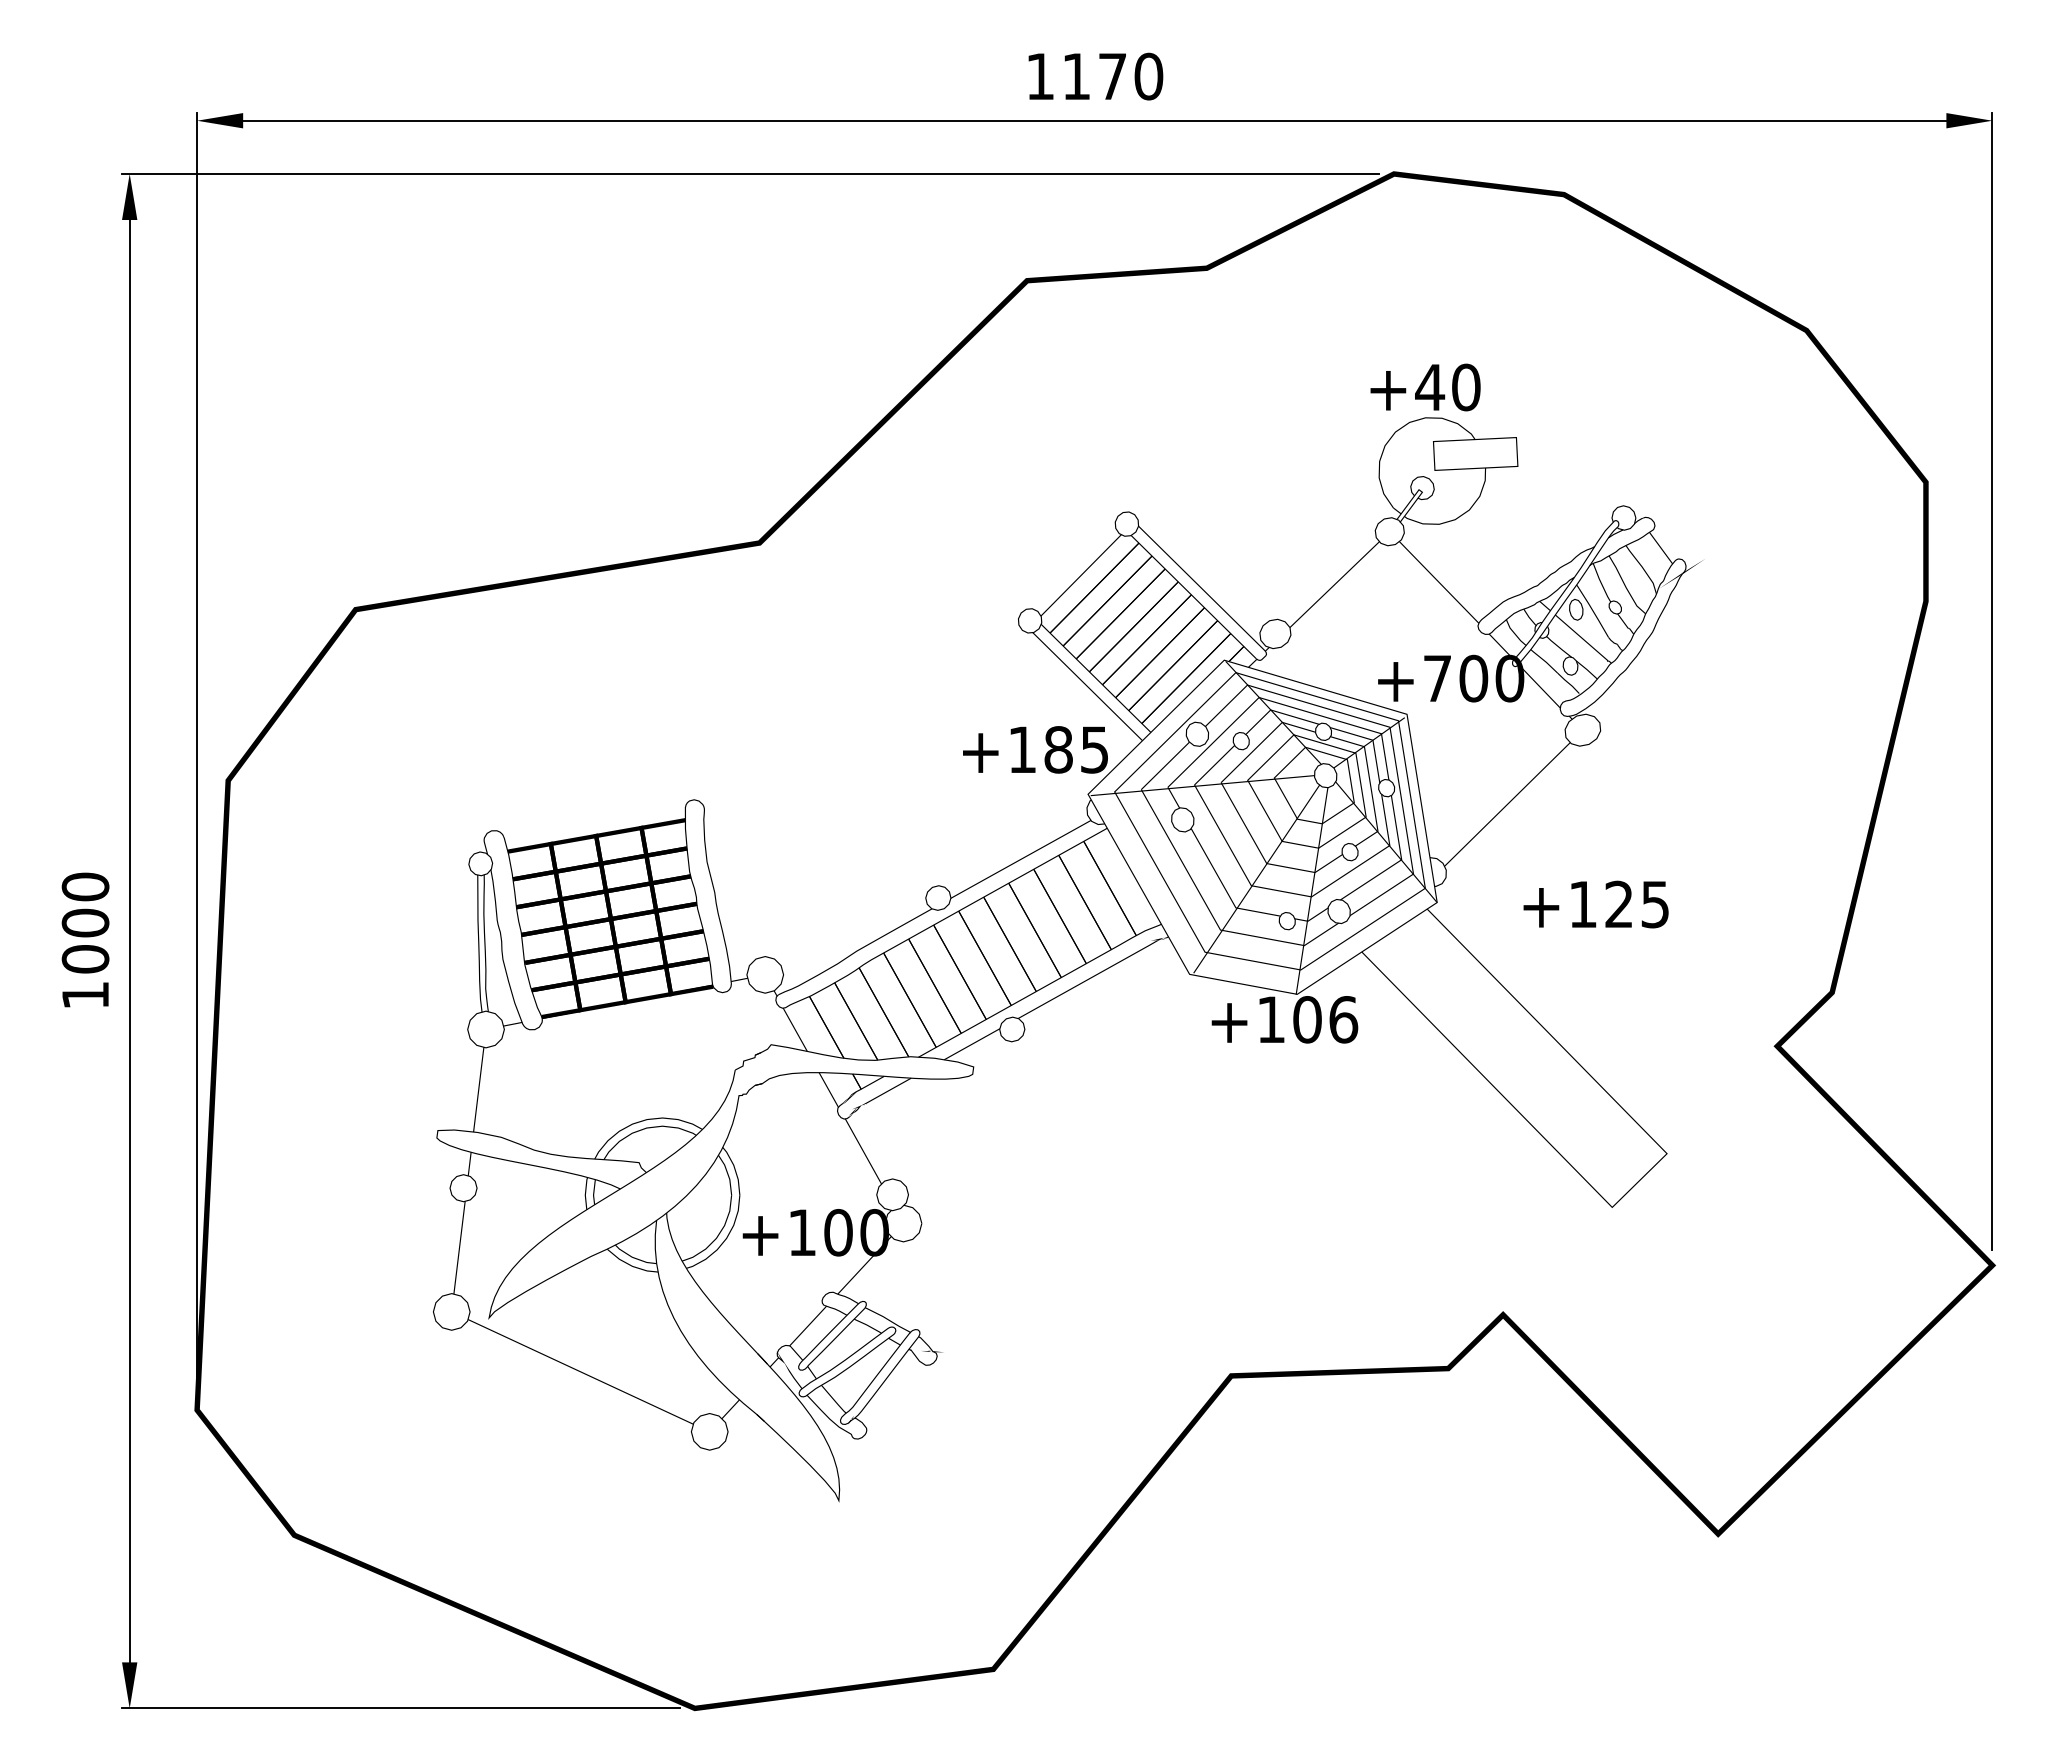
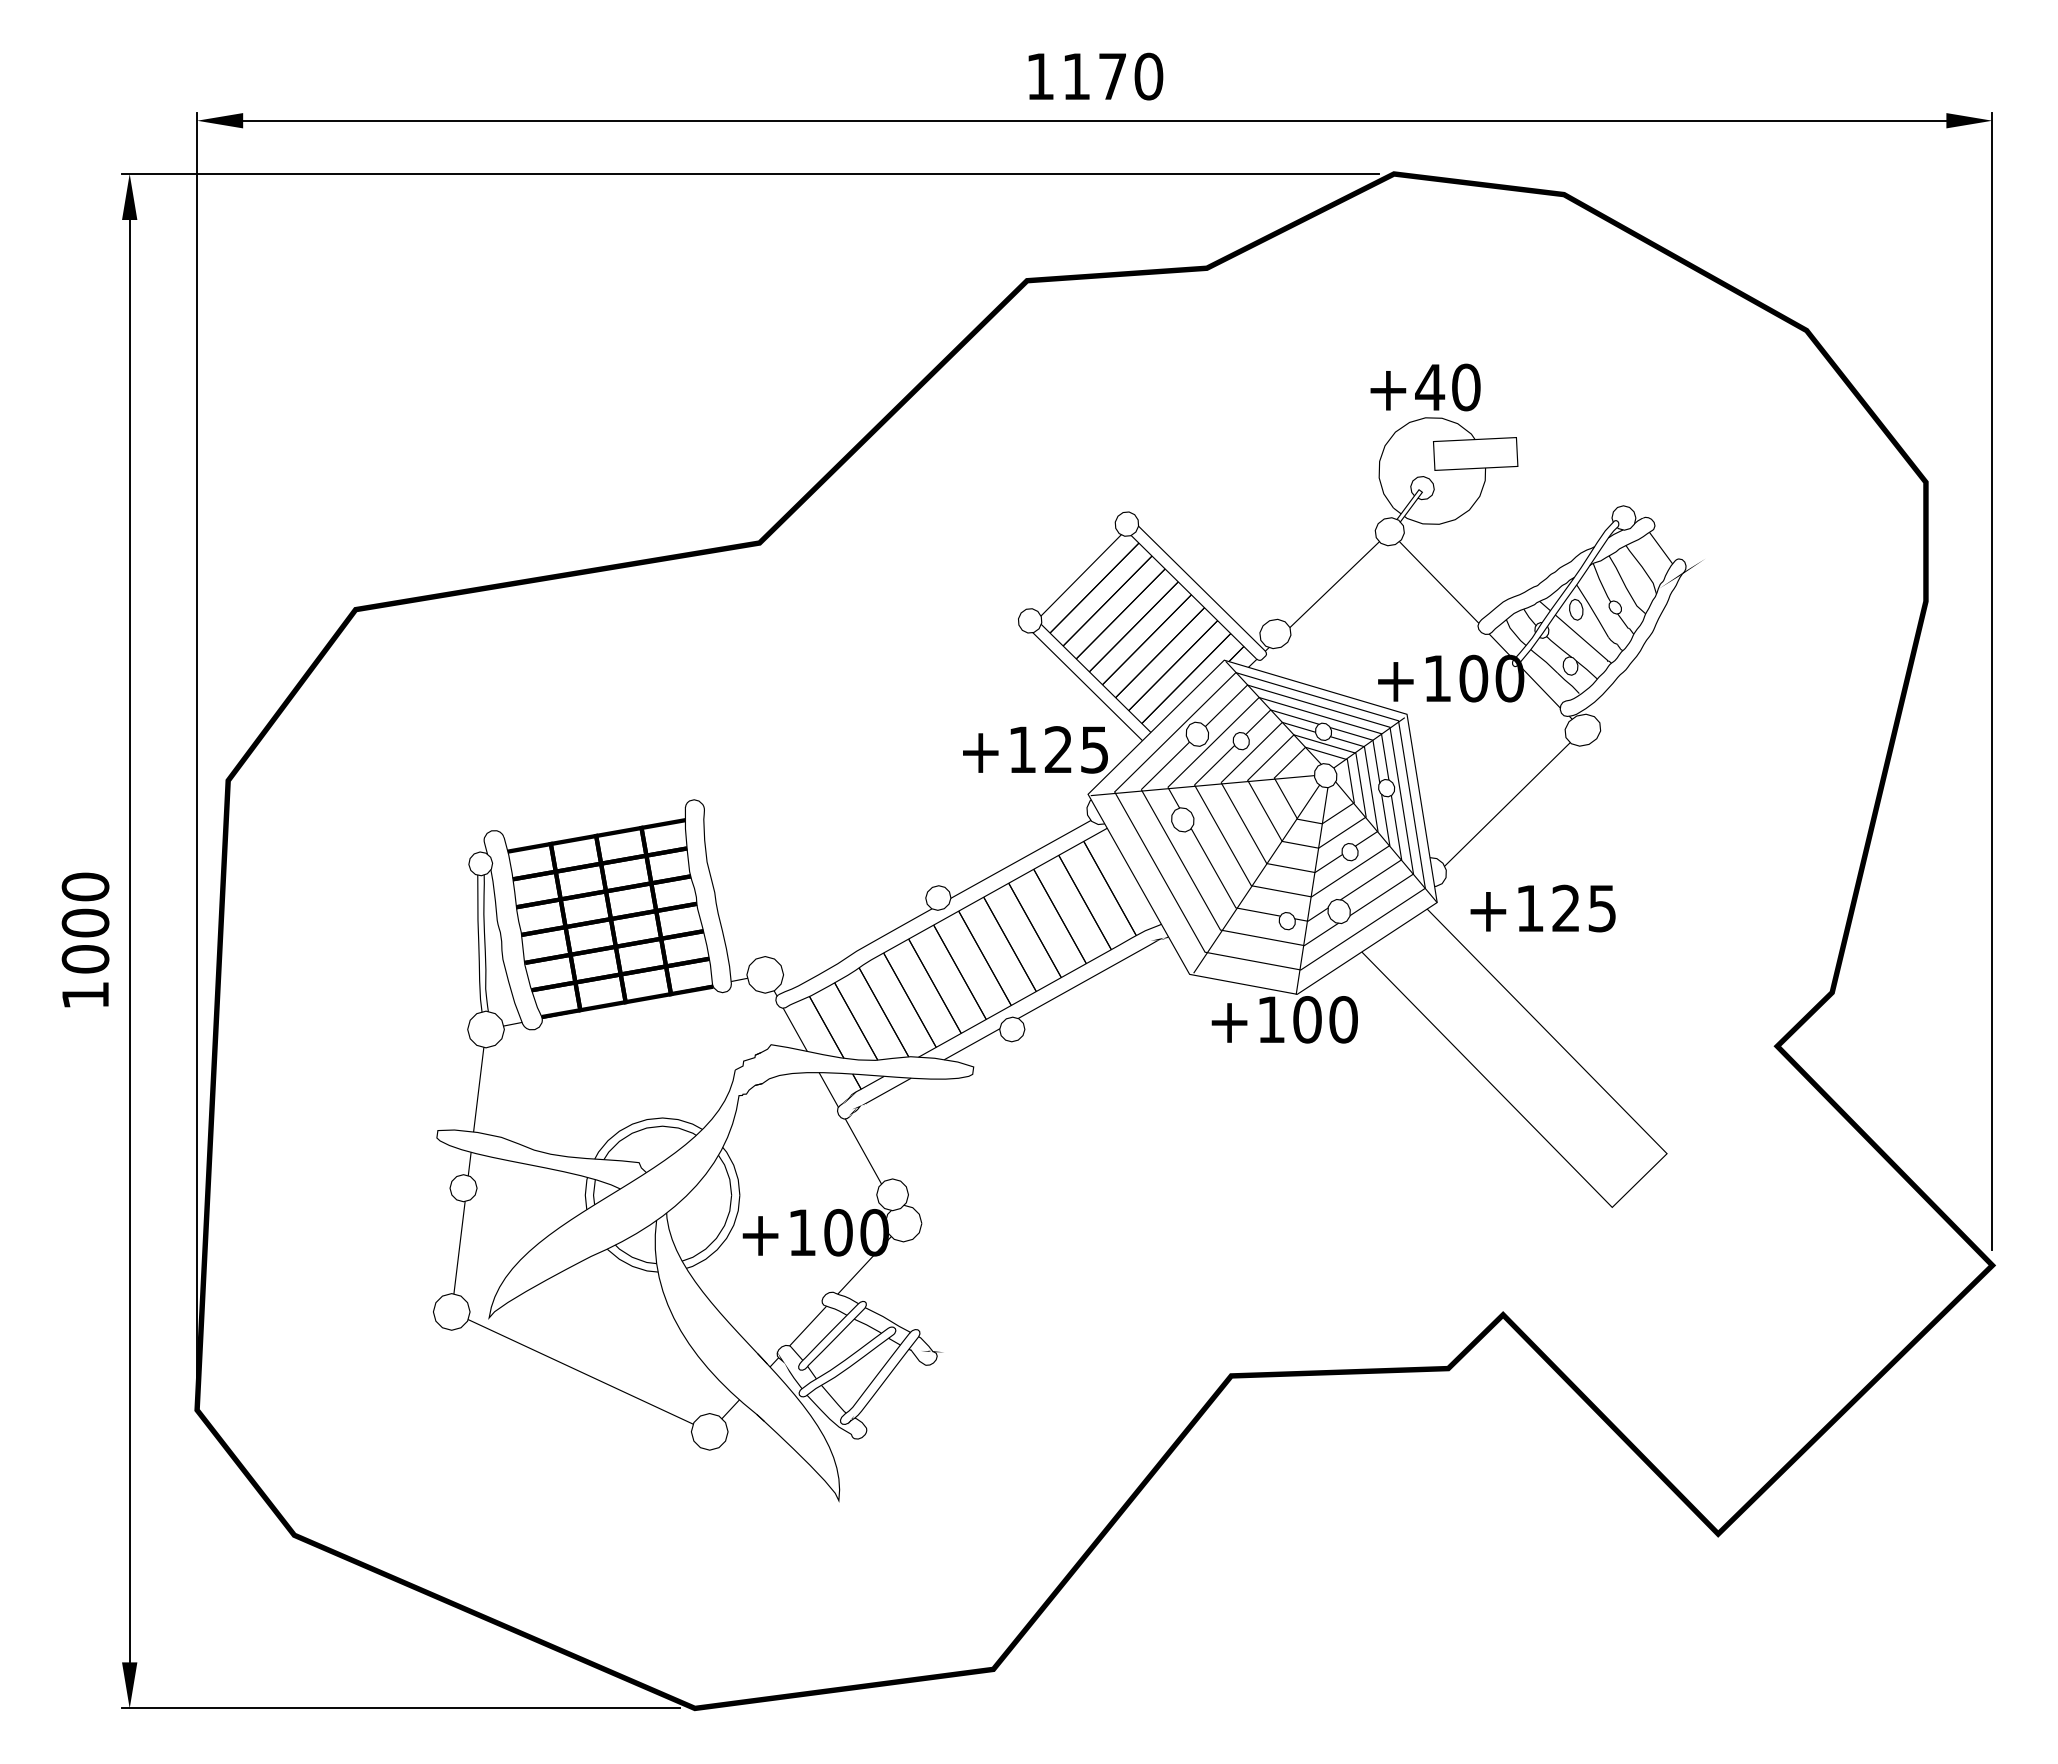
text at (1437, 678): +700 -> +100
text at (1058, 749): +185 -> +125
text at (1595, 904) position: (1595, 904) -> (1542, 908)
text at (1343, 1019): +106 -> +100
